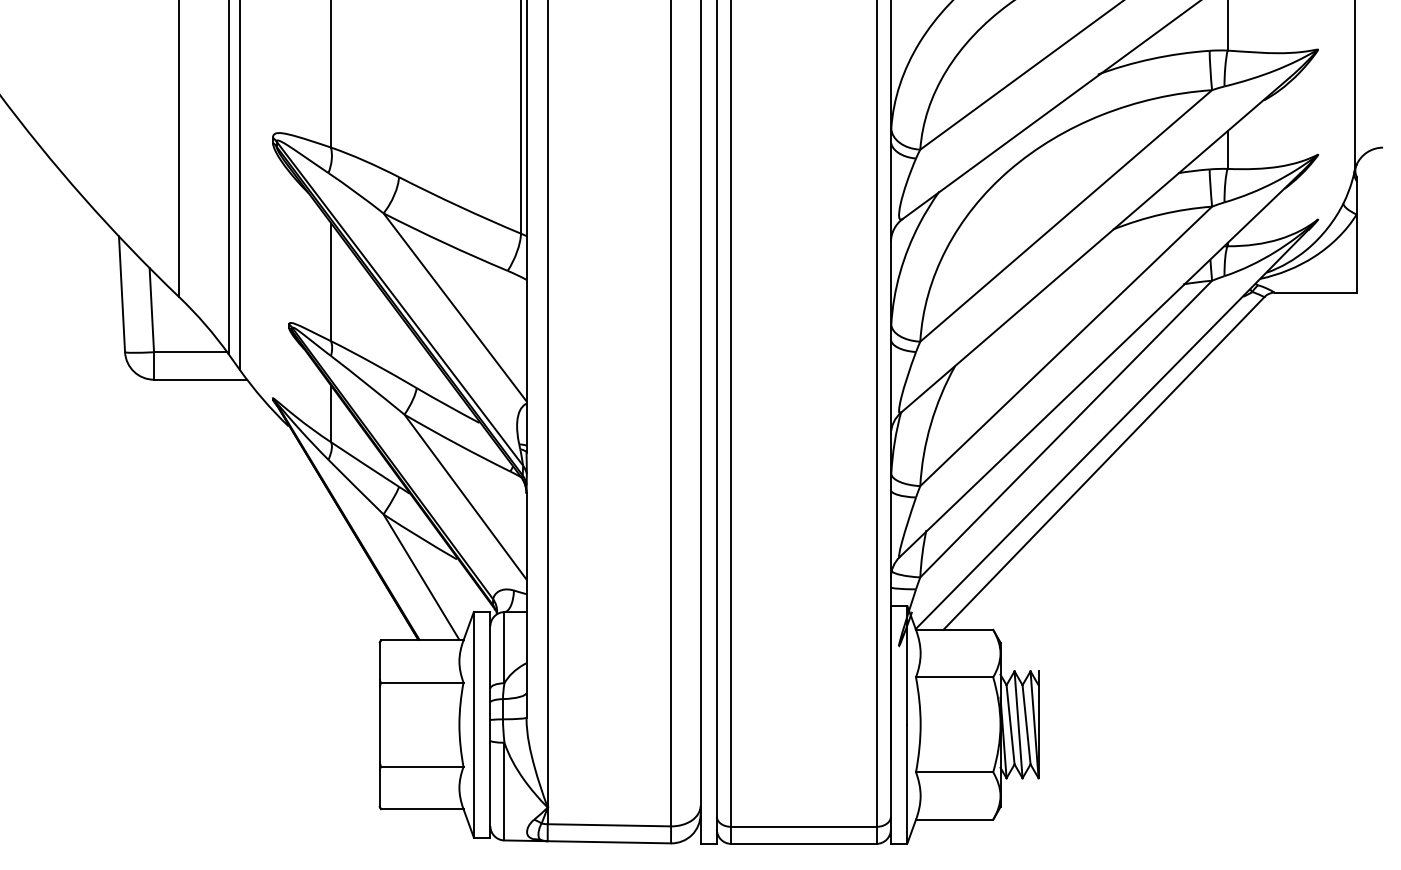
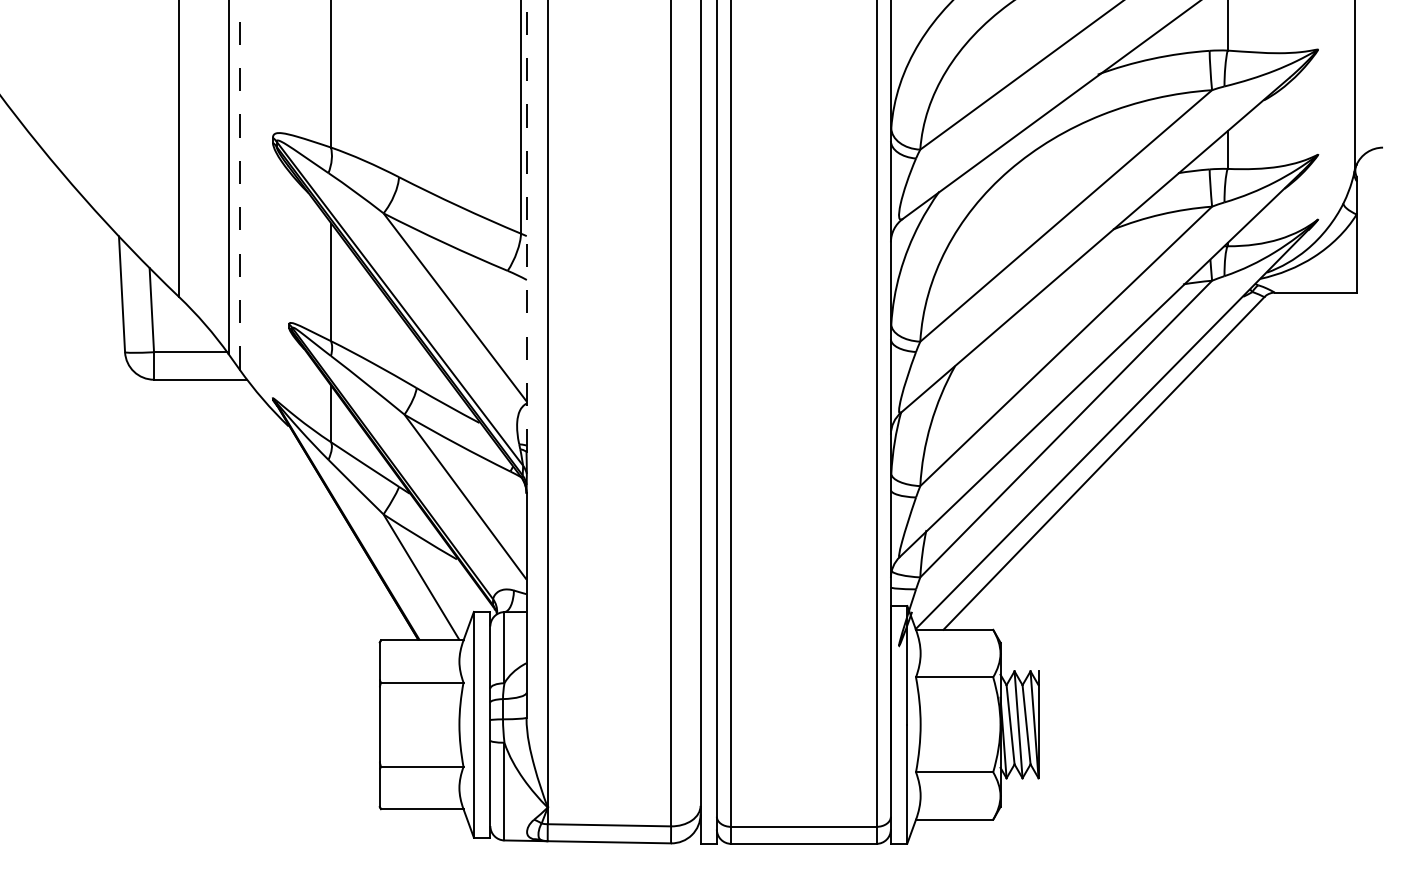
line at (239, 184): solid -> dashed
line at (526, 226): solid -> dashed
